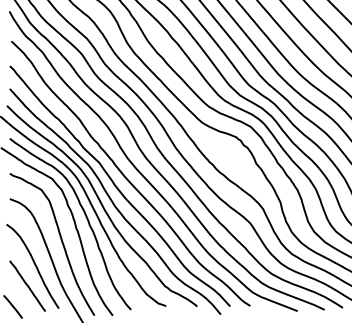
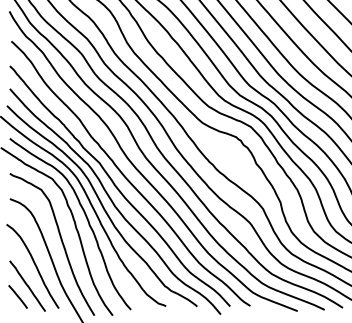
line at (12, 306) position: (12, 306) -> (17, 296)
